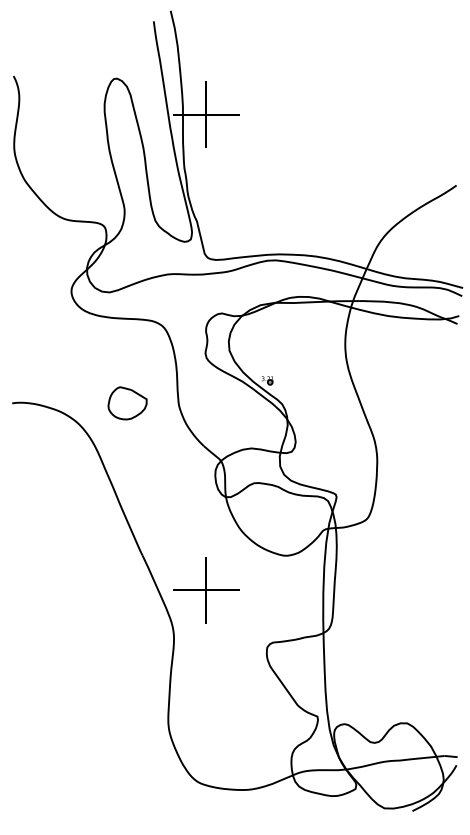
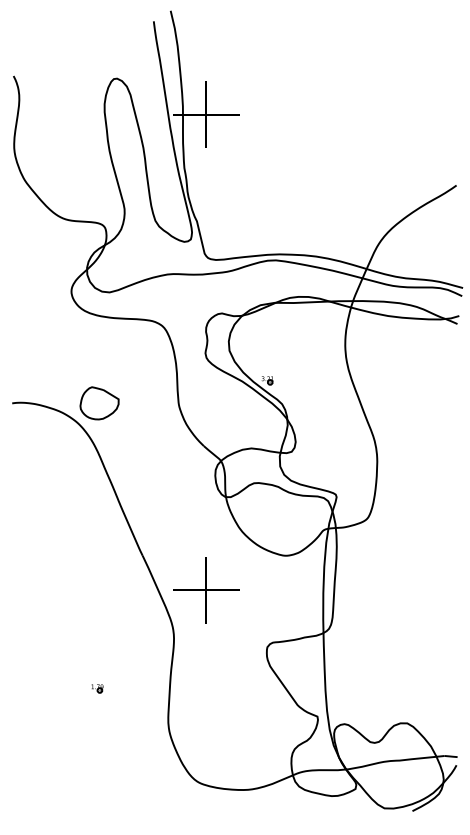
part at (127, 403) position: (127, 403) -> (99, 403)
part at (97, 688): none -> present
